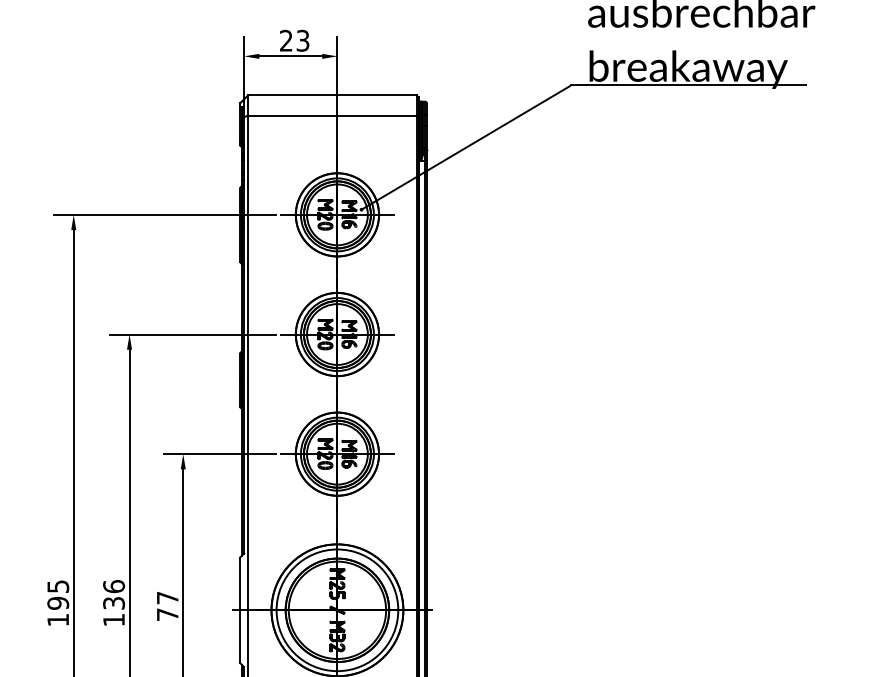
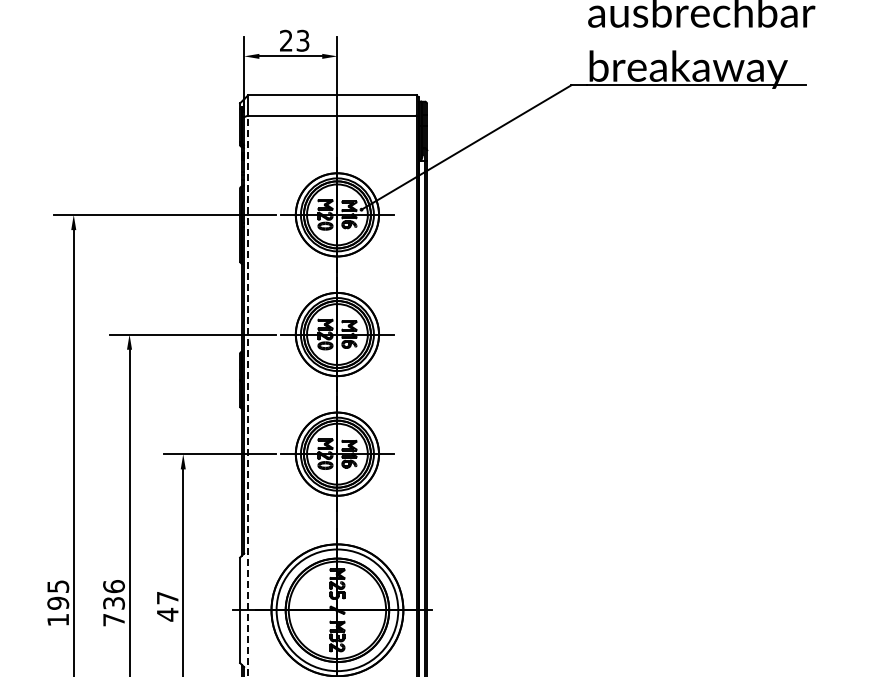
line at (248, 395): solid -> dashed
text at (167, 614): 77 -> 47
text at (113, 620): 136 -> 736
